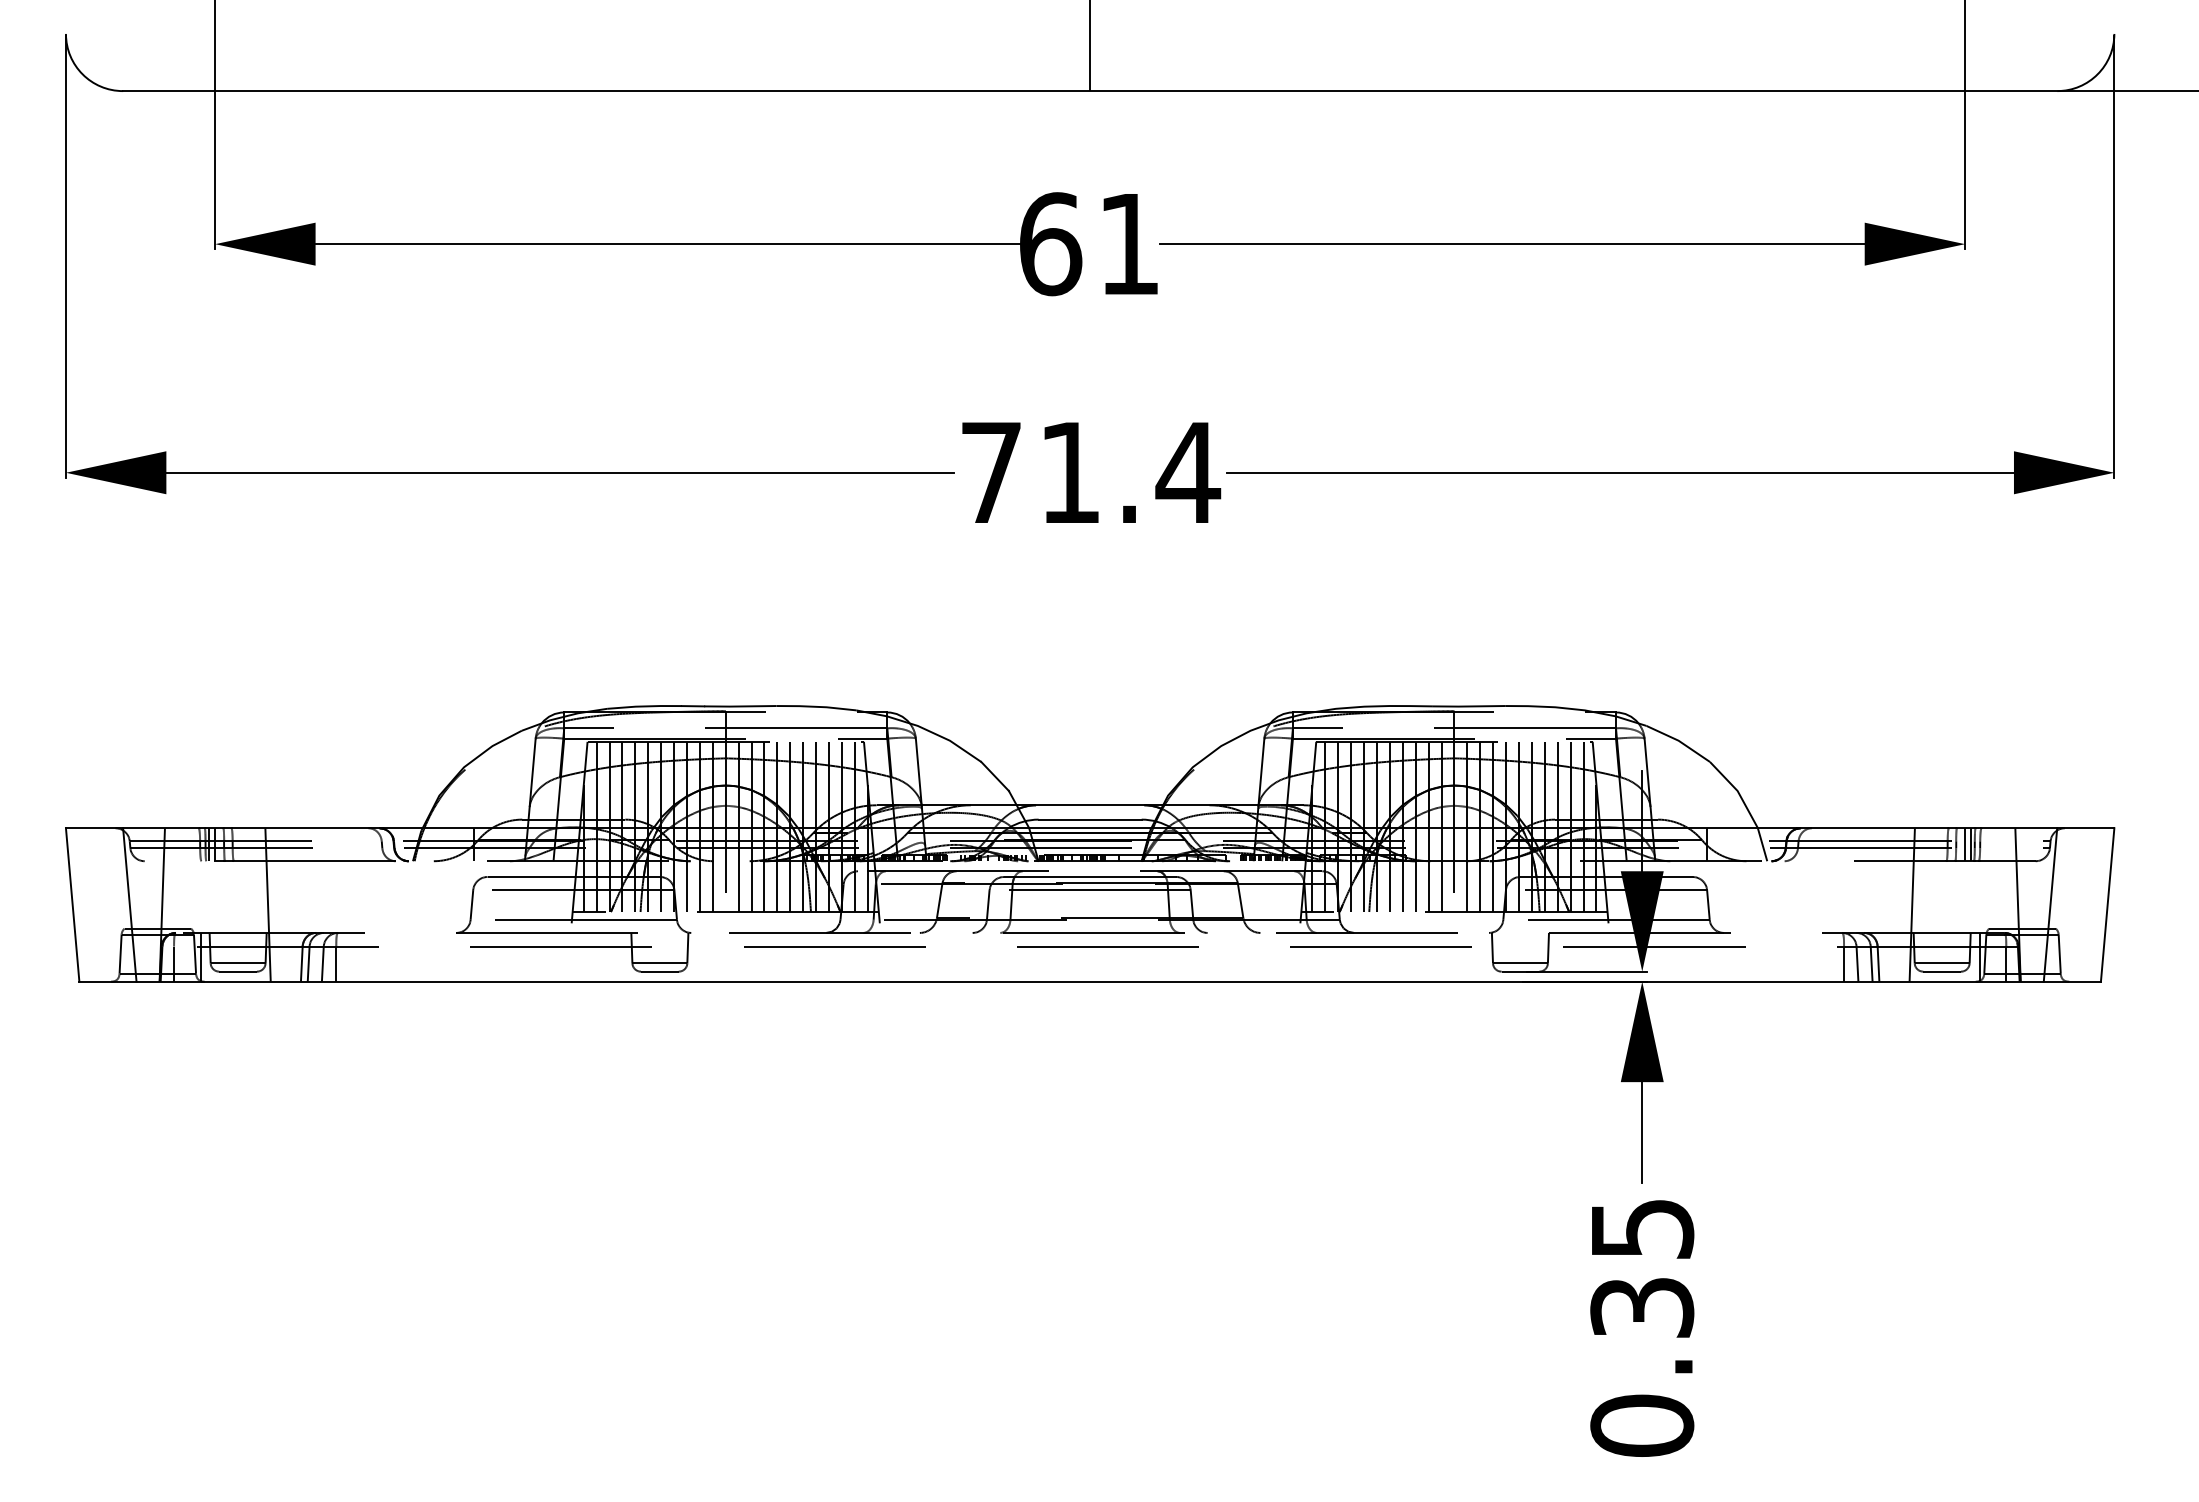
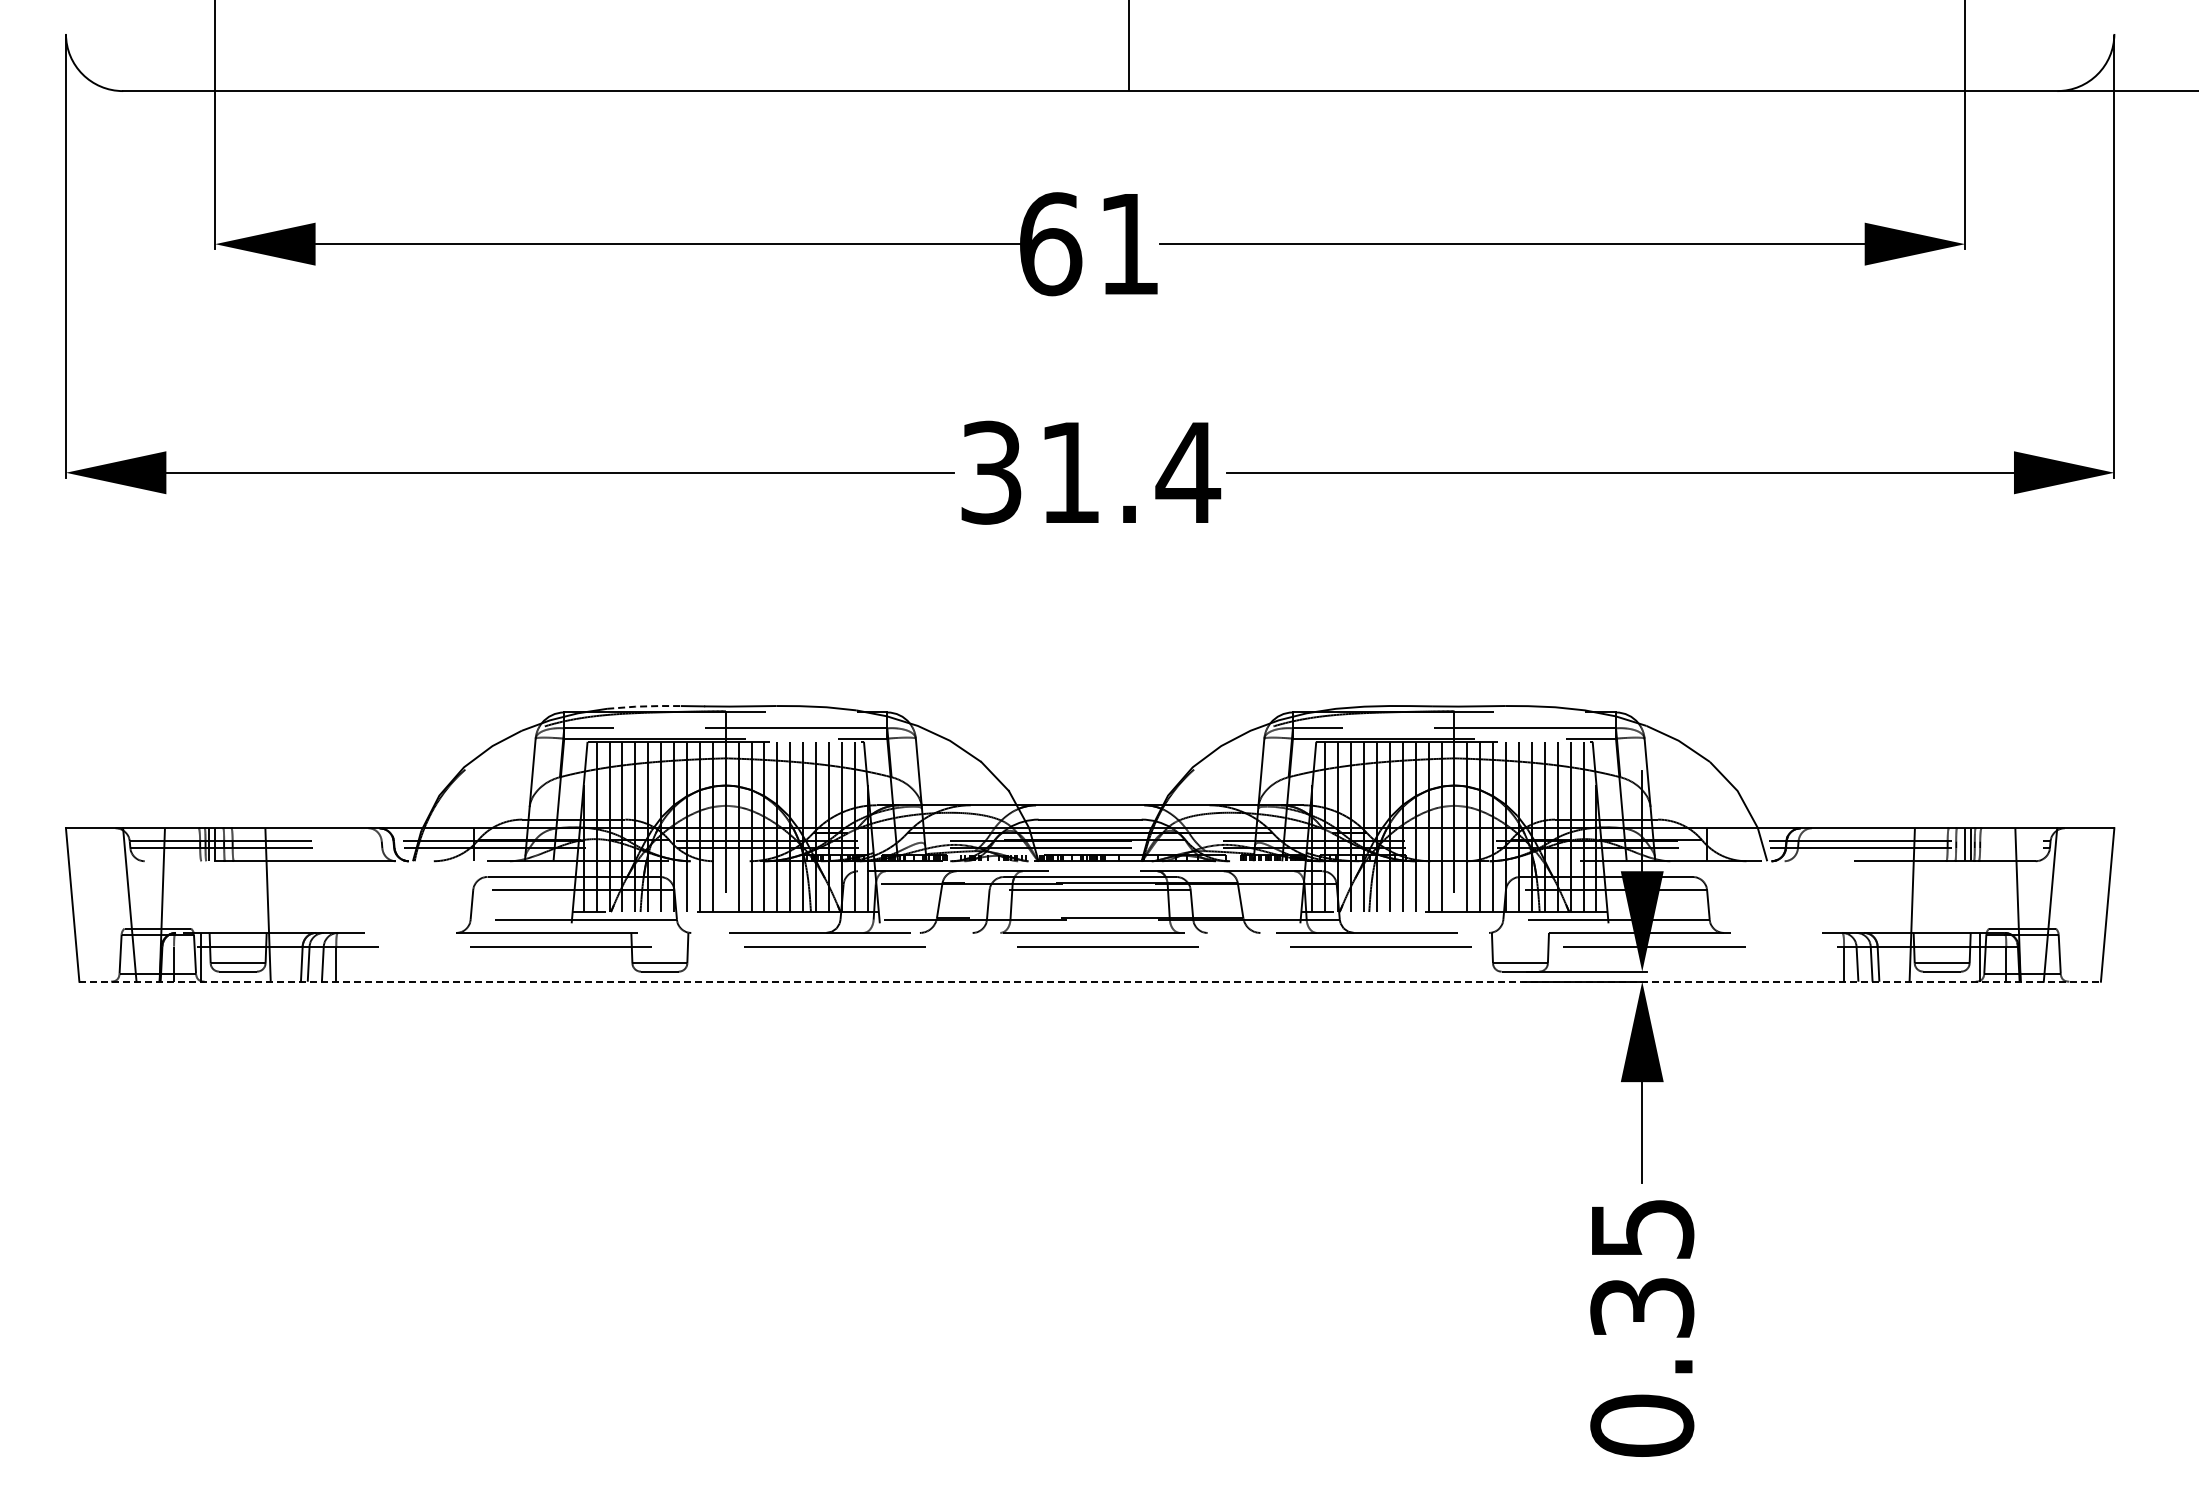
line at (1090, 46) position: (1090, 46) -> (1129, 46)
text at (991, 472): 71.4 -> 31.4
line at (645, 706): solid -> dashed
line at (1090, 981): solid -> dashed
